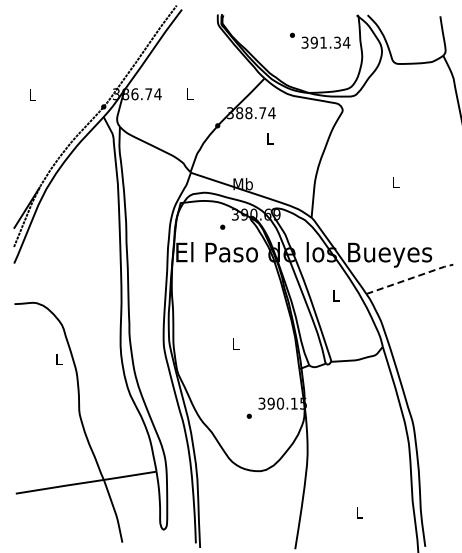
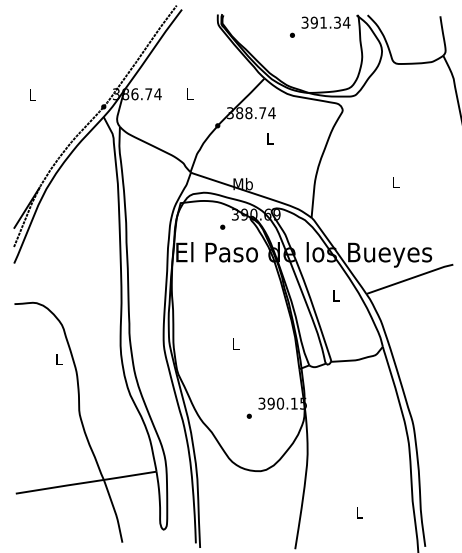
text at (325, 42) position: (325, 42) -> (325, 22)
line at (410, 278): dashed -> solid
